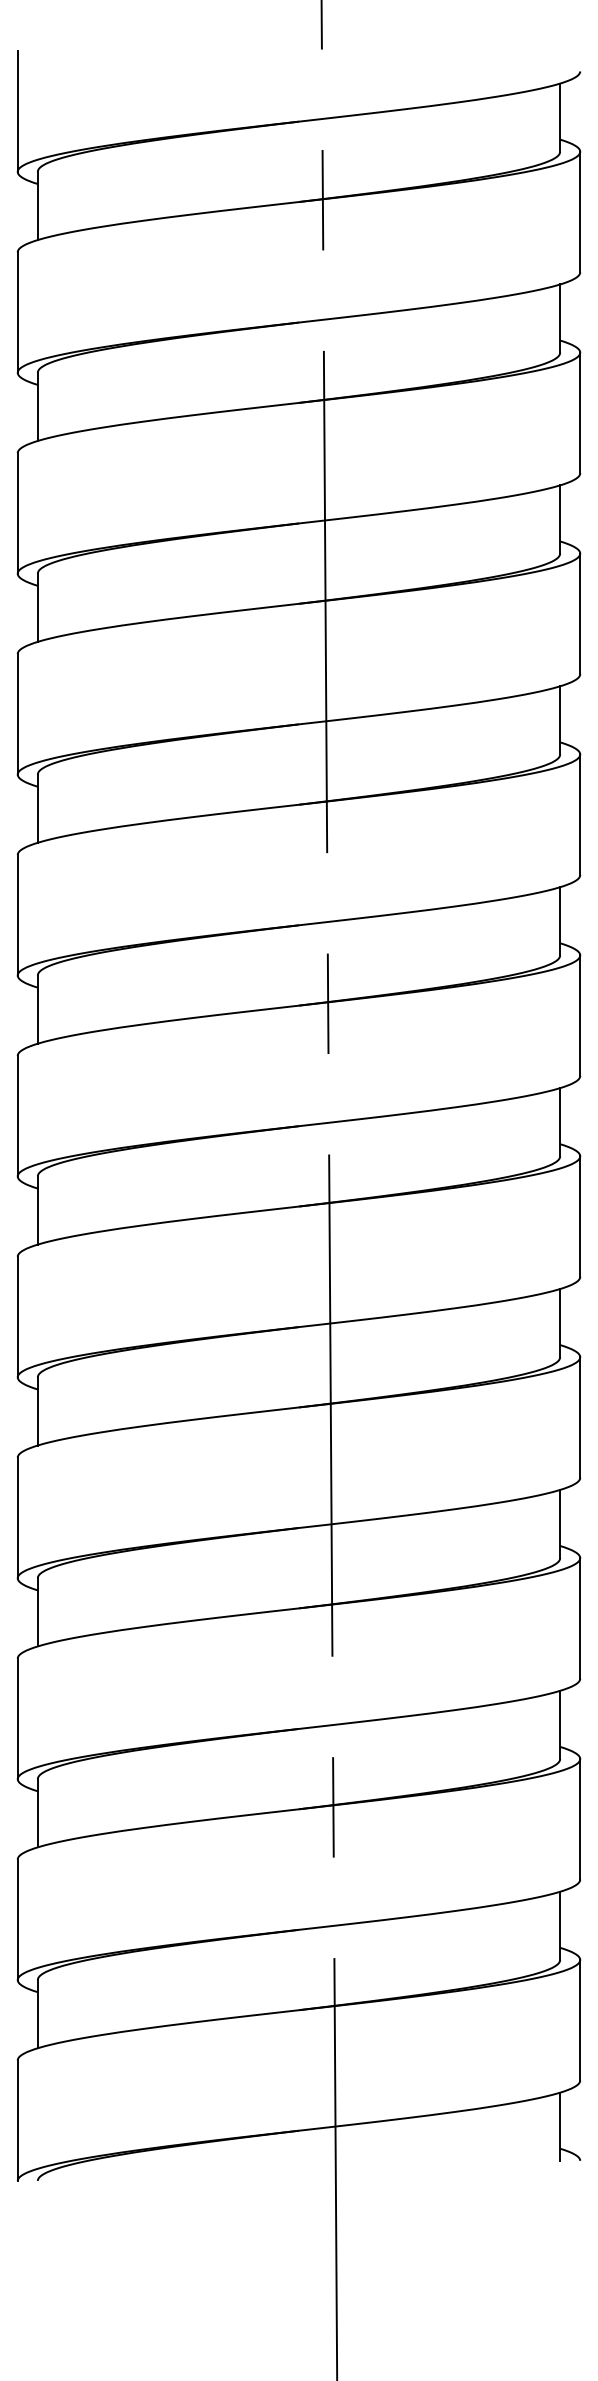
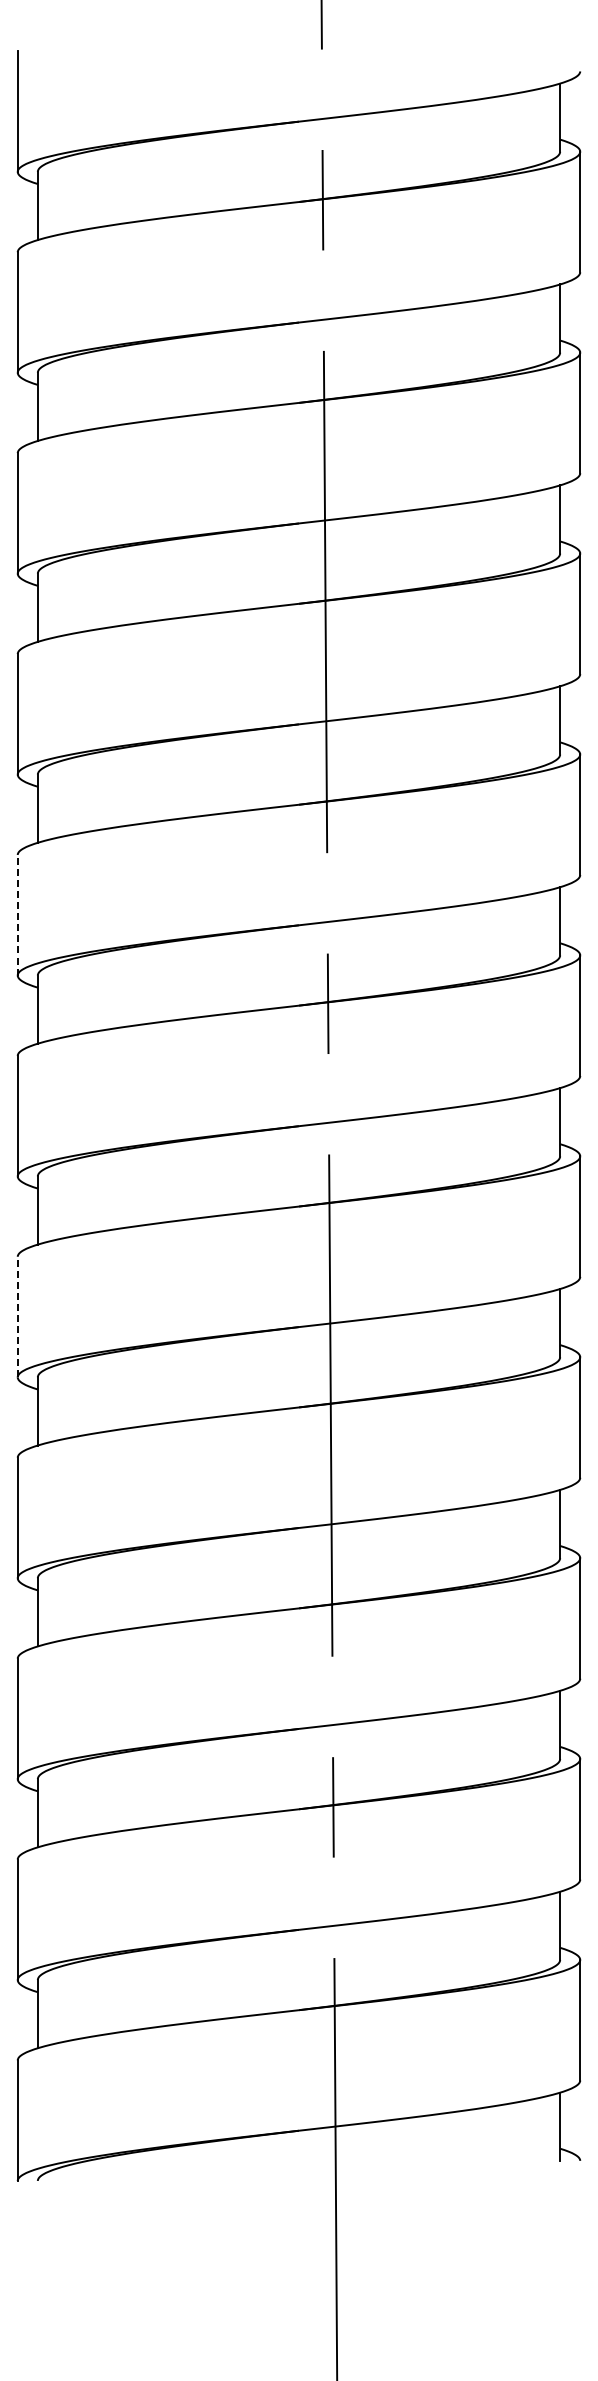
line at (17, 914): solid -> dashed
line at (17, 1316): solid -> dashed
